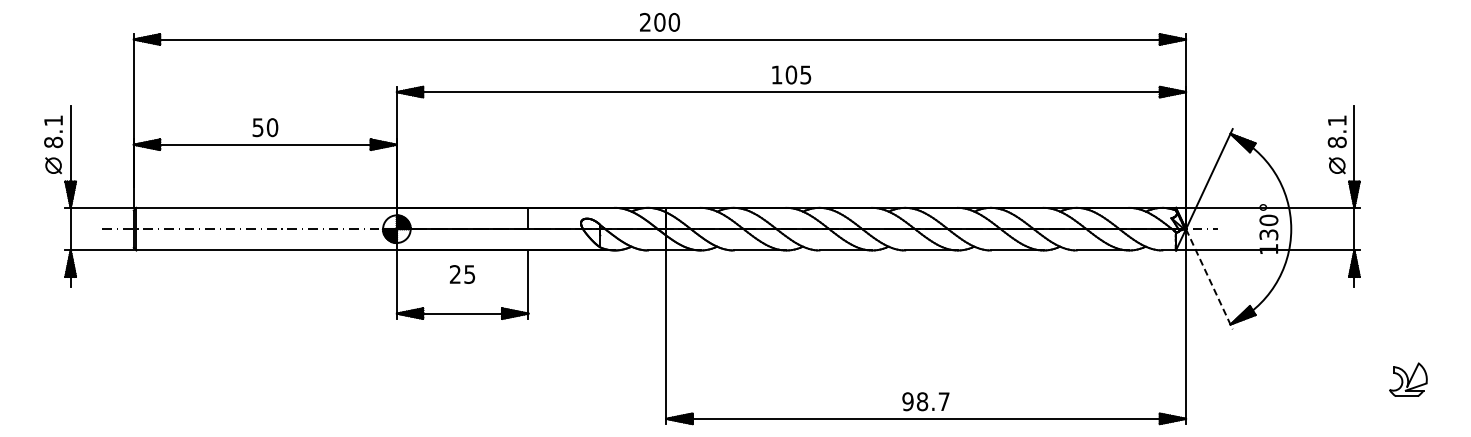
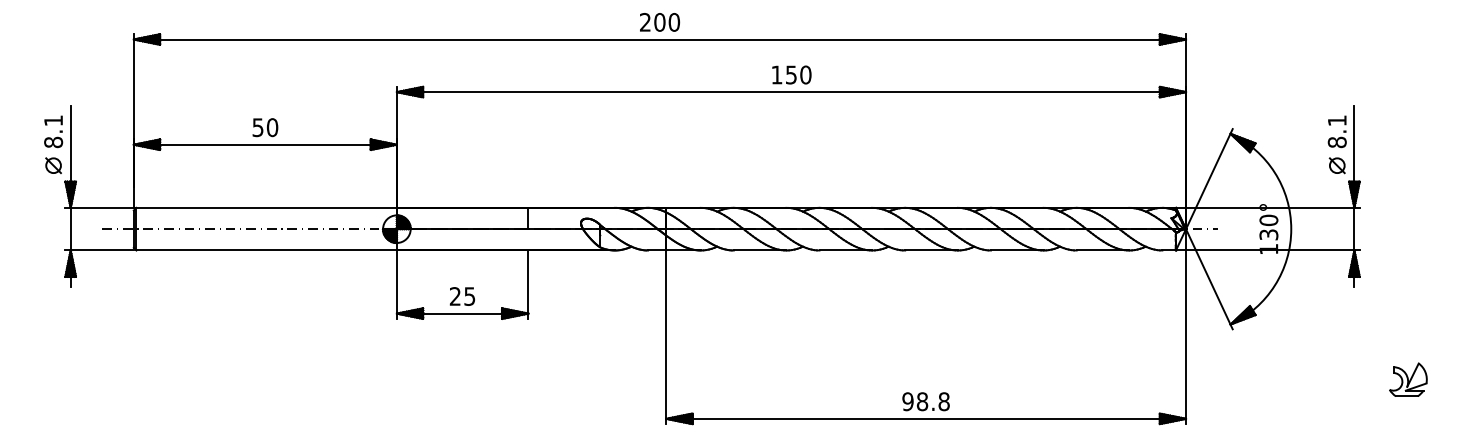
text at (798, 74): 105 -> 150
text at (461, 274) position: (461, 274) -> (461, 296)
line at (1209, 279): dashed -> solid
text at (943, 401): 98.7 -> 98.8
